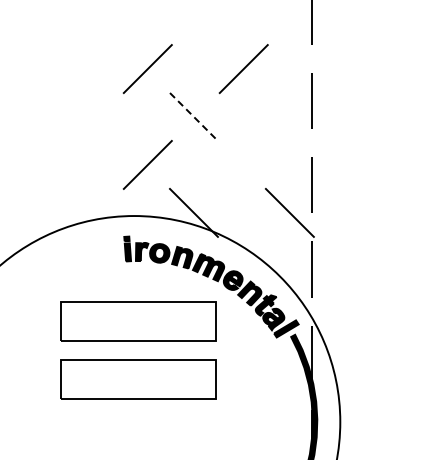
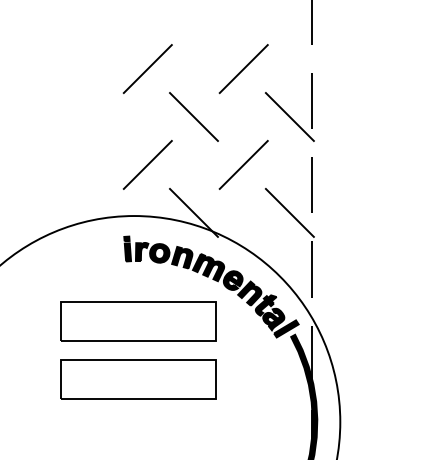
line at (289, 116): none -> present
line at (193, 117): dashed -> solid
line at (243, 164): none -> present
